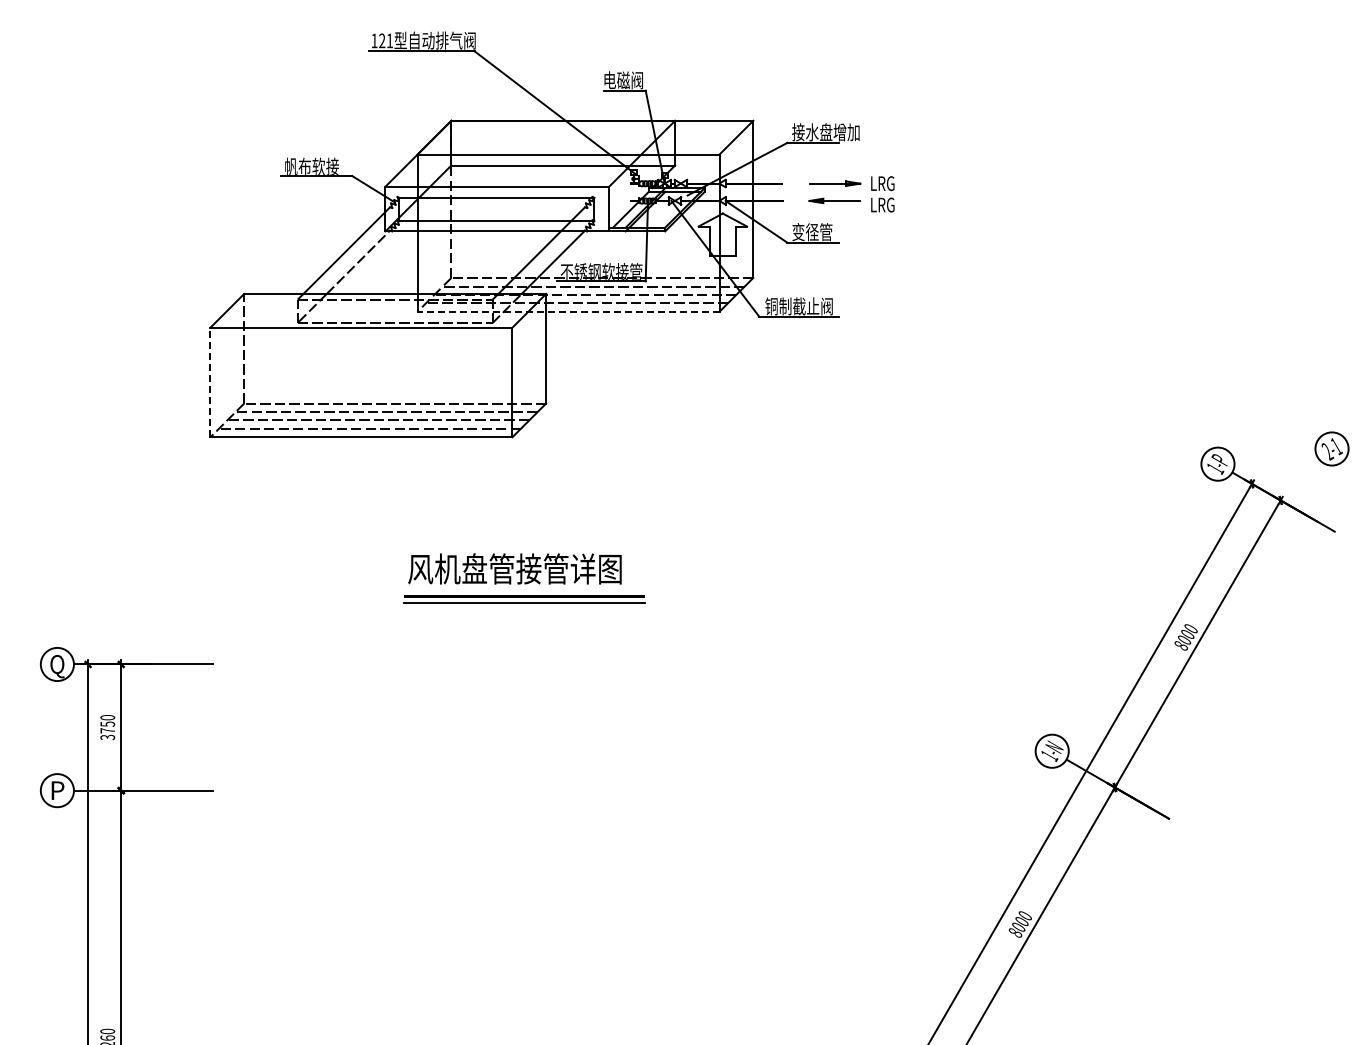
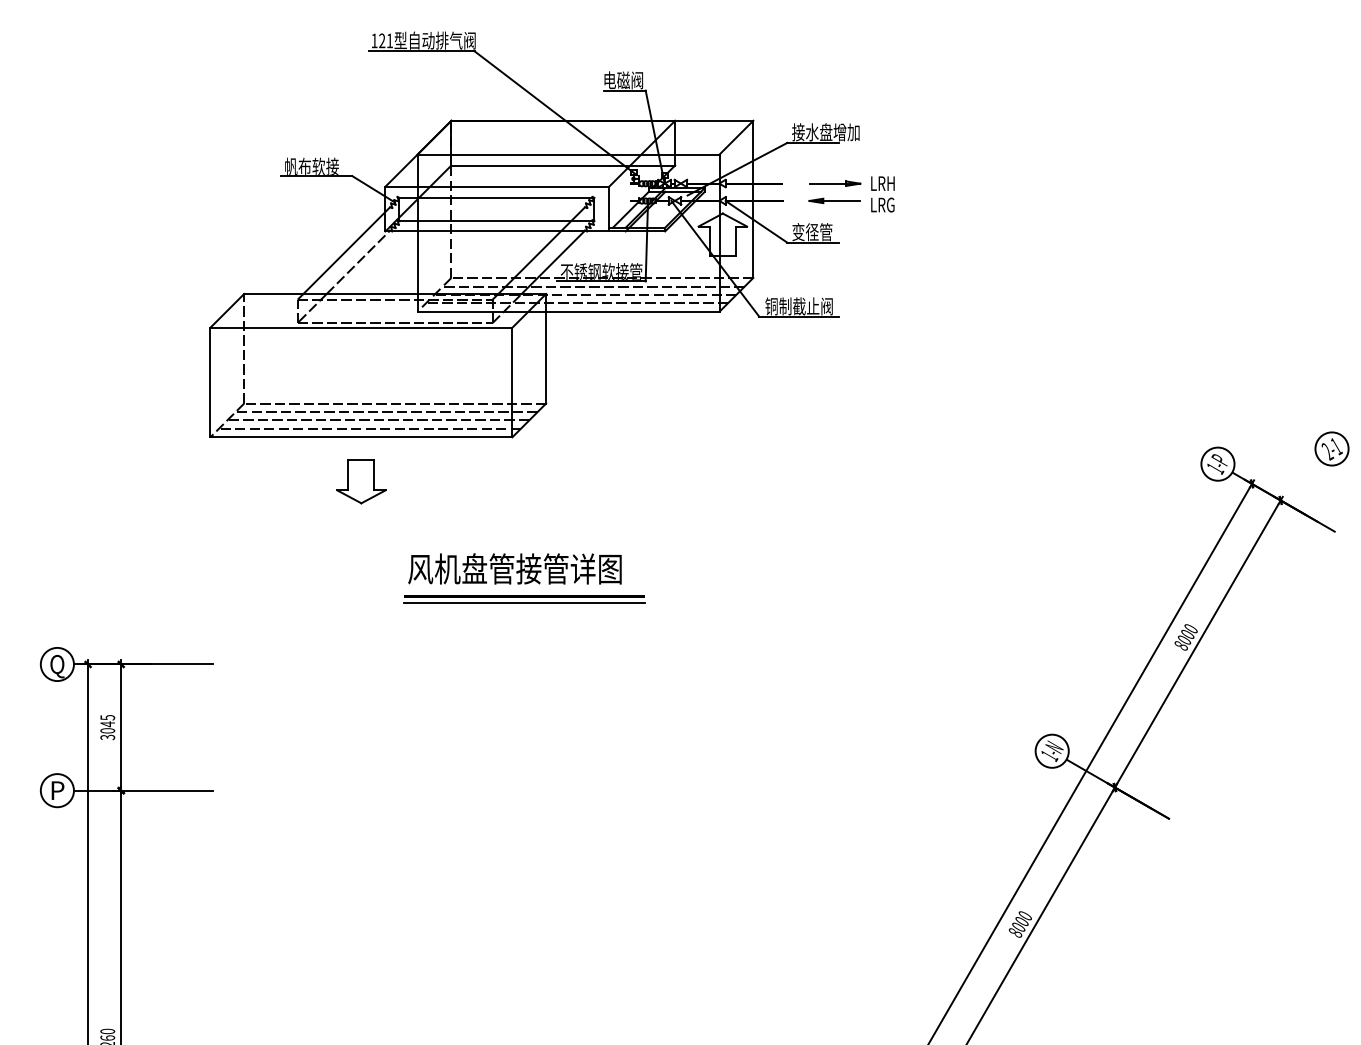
text at (890, 183): LRG -> LRH
line at (568, 311): dashed -> solid
line at (210, 382): dashed -> solid
part at (361, 481): none -> present
text at (107, 724): 3750 -> 3045
